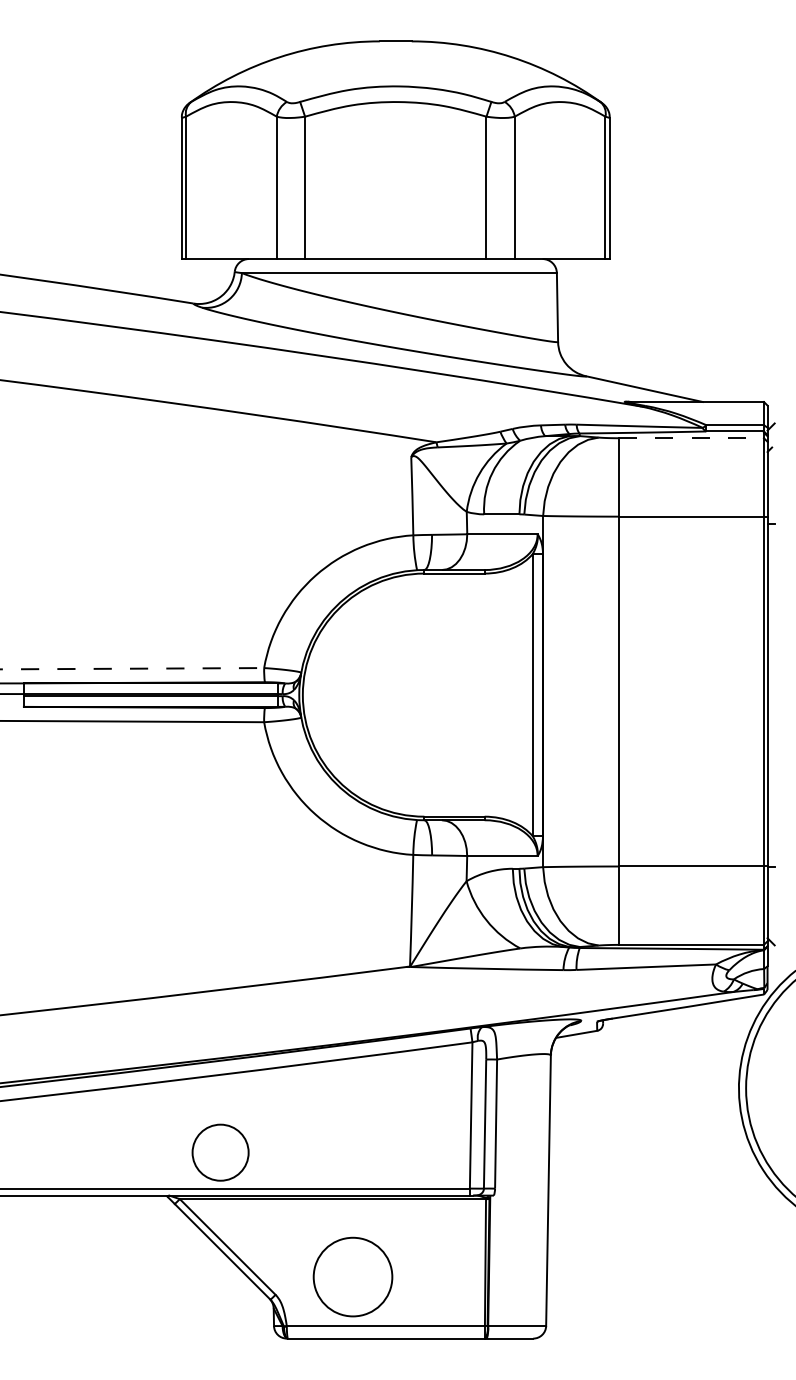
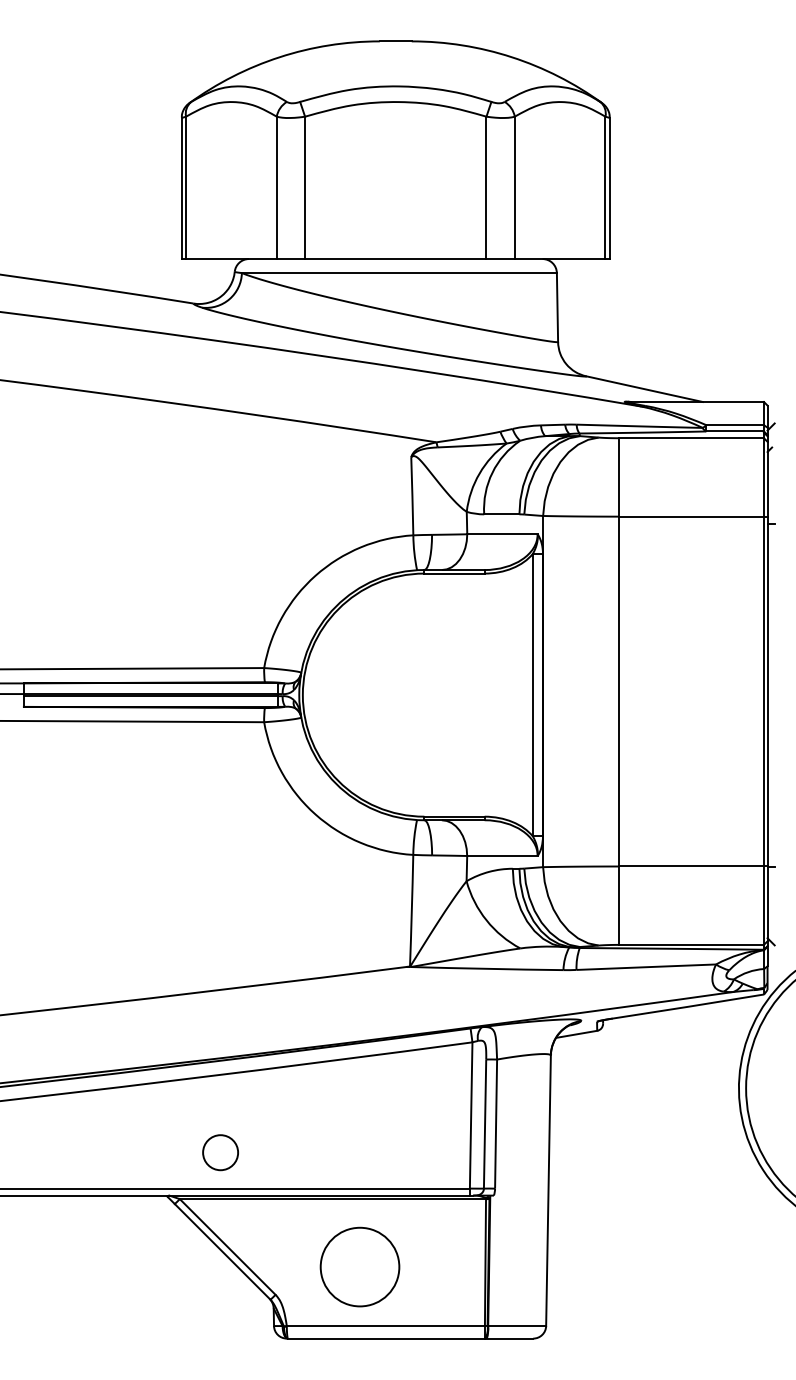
line at (691, 438): dashed -> solid
line at (132, 668): dashed -> solid
circle at (220, 1152) diameter: 56 px -> 35 px
circle at (352, 1276) position: (352, 1276) -> (359, 1266)
